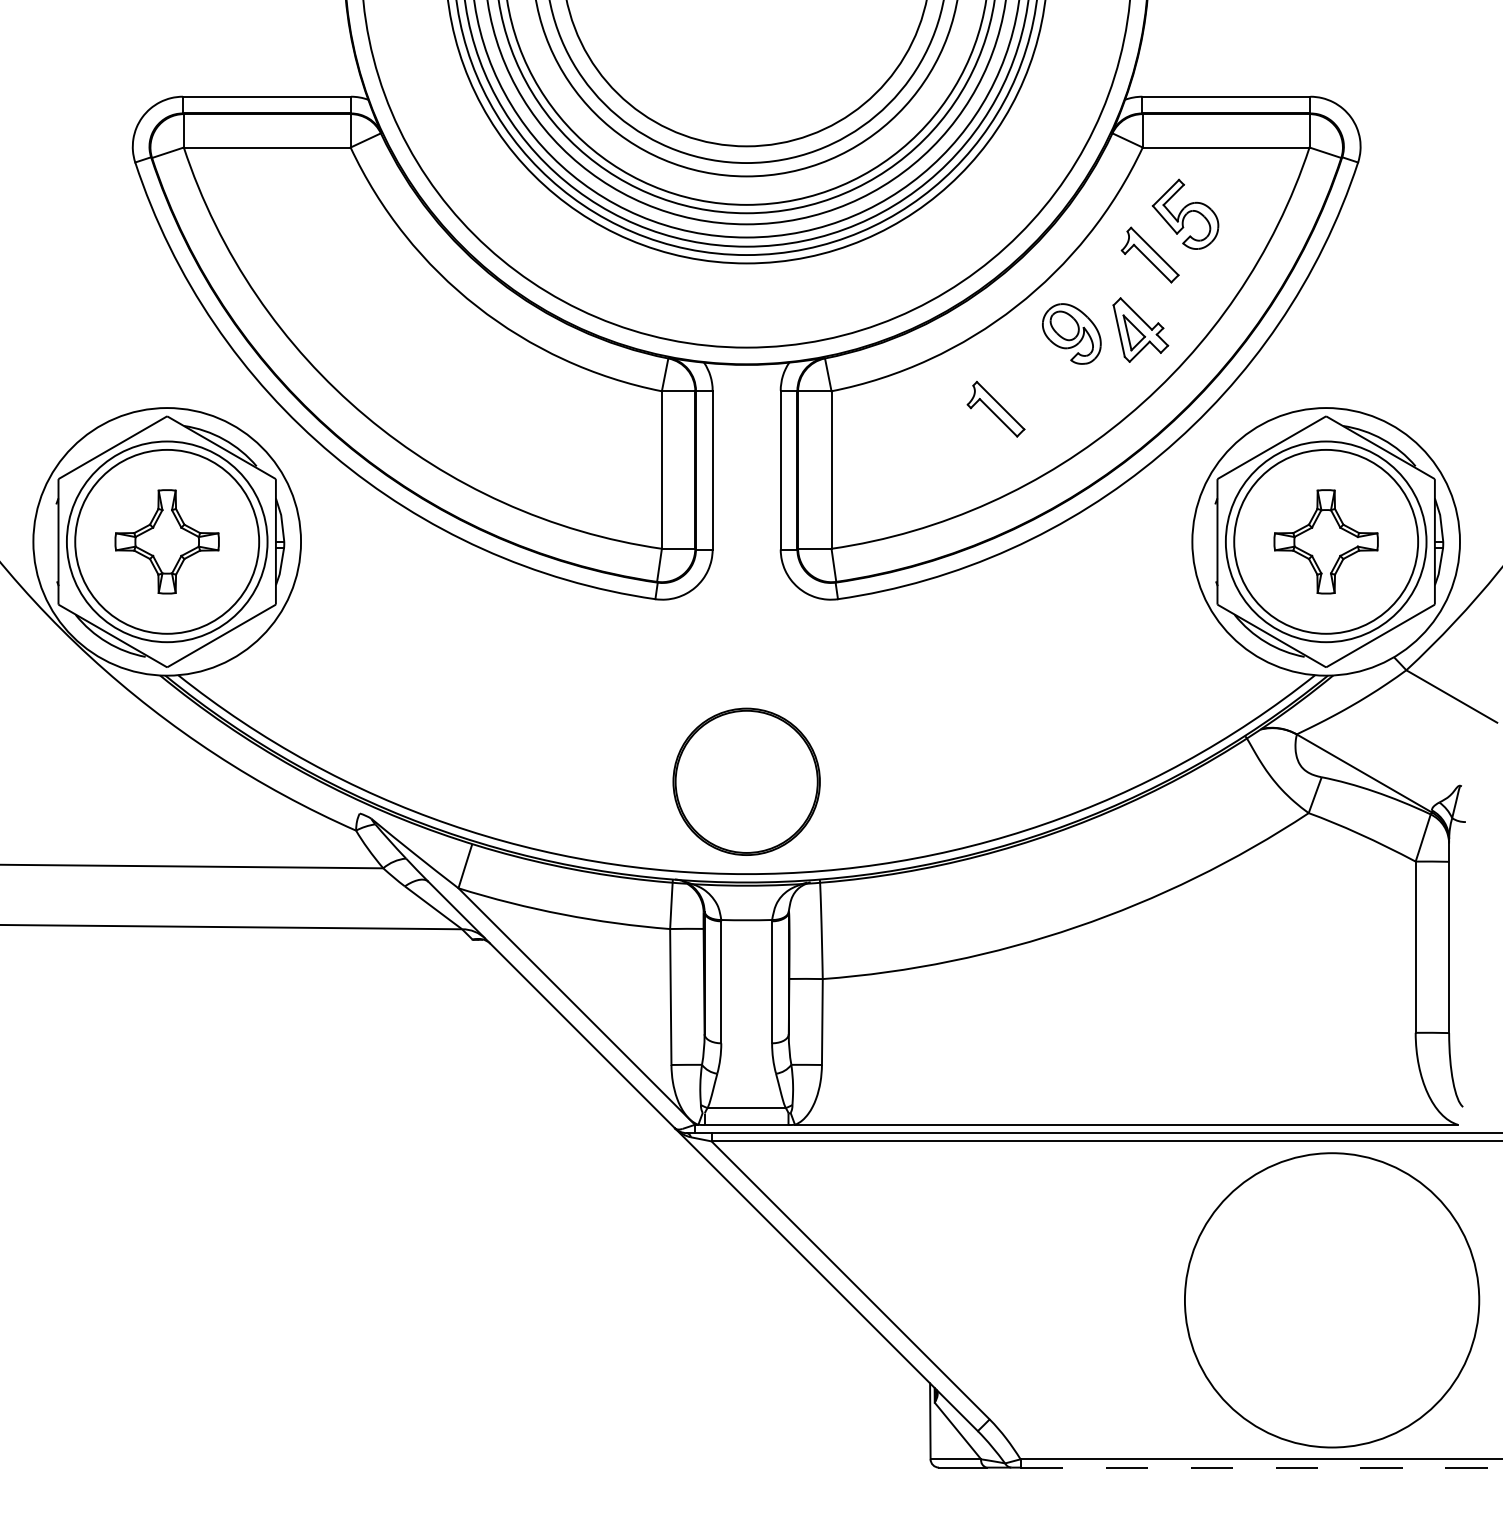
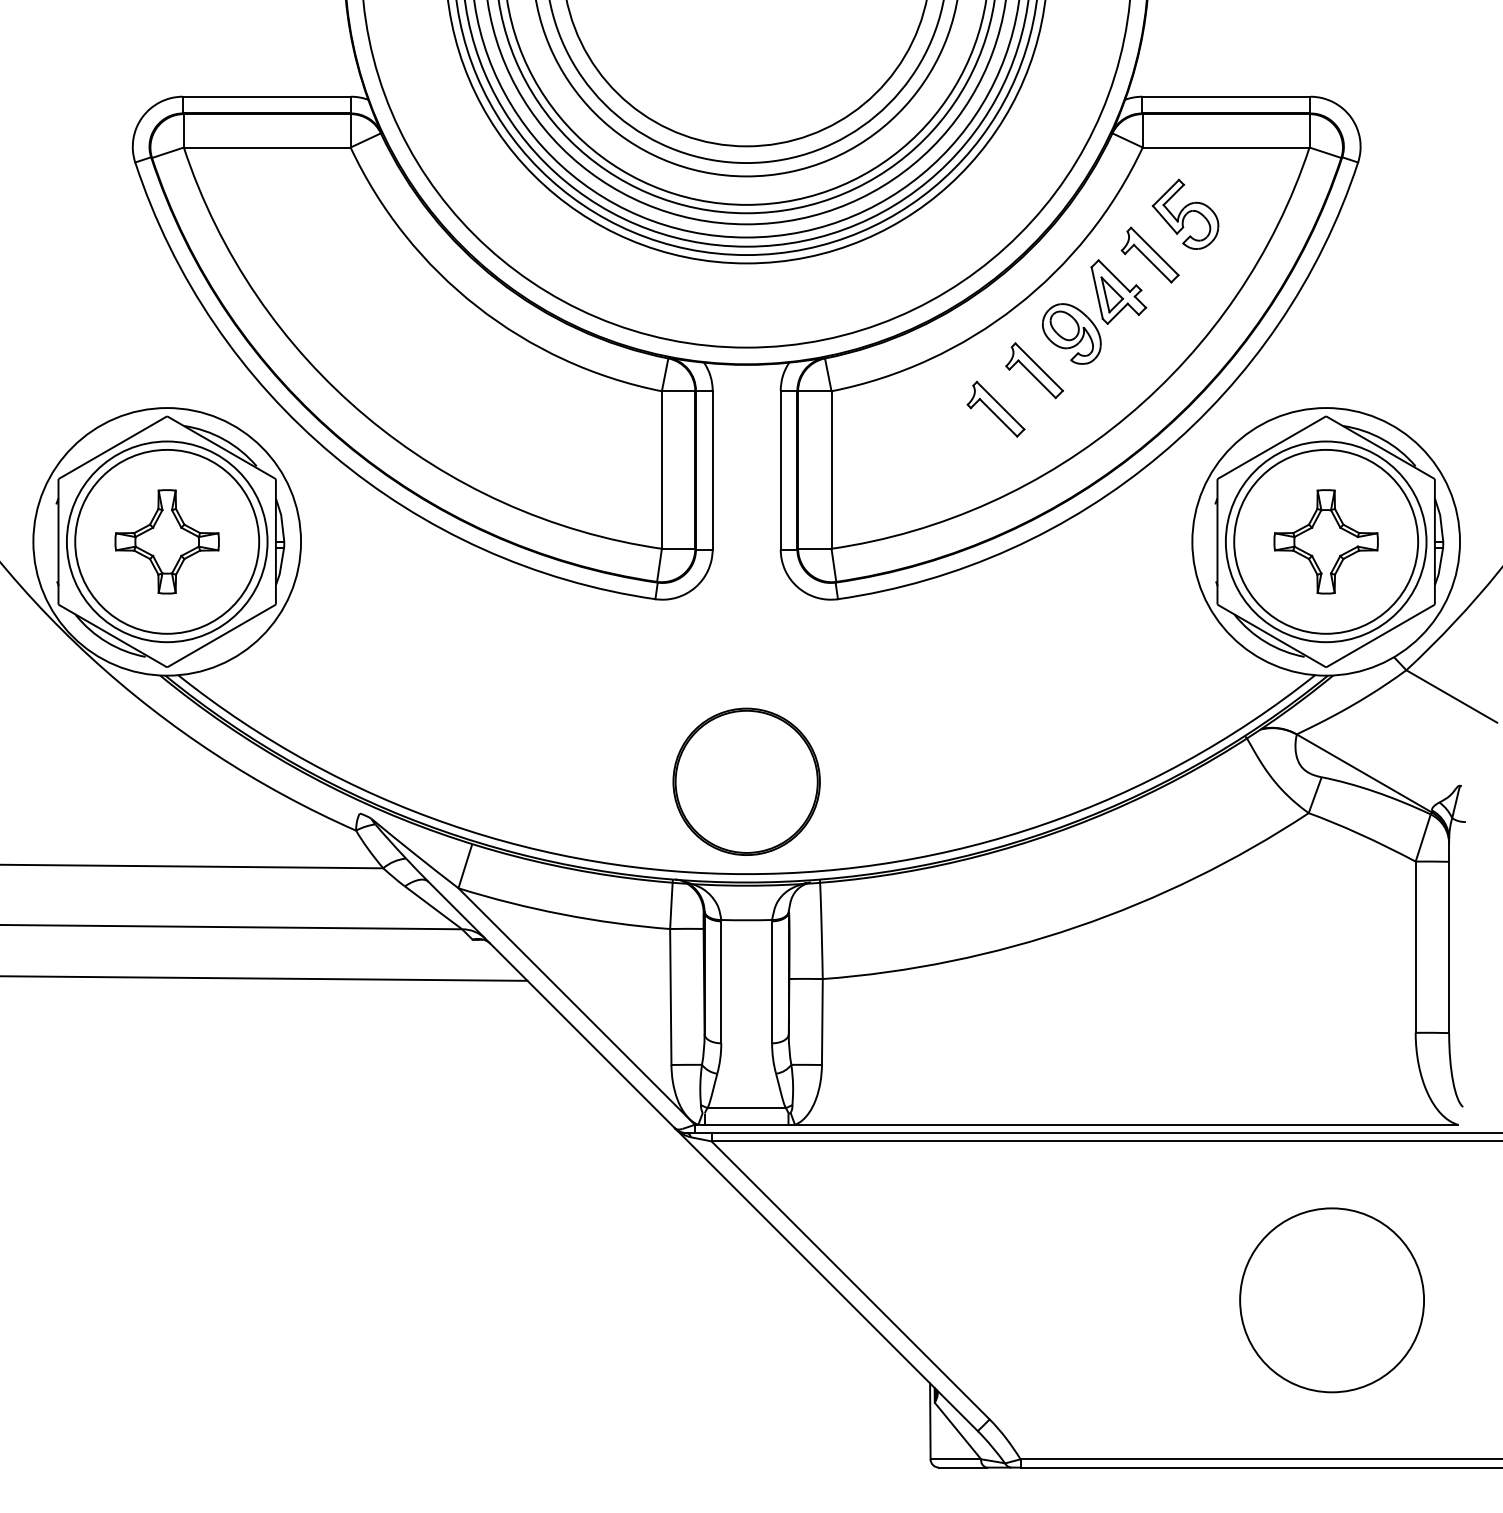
part at (1140, 329) position: (1140, 329) -> (1118, 291)
part at (1034, 370): none -> present
line at (264, 978): none -> present
circle at (1331, 1300) diameter: 294 px -> 184 px
line at (1261, 1467): dashed -> solid
